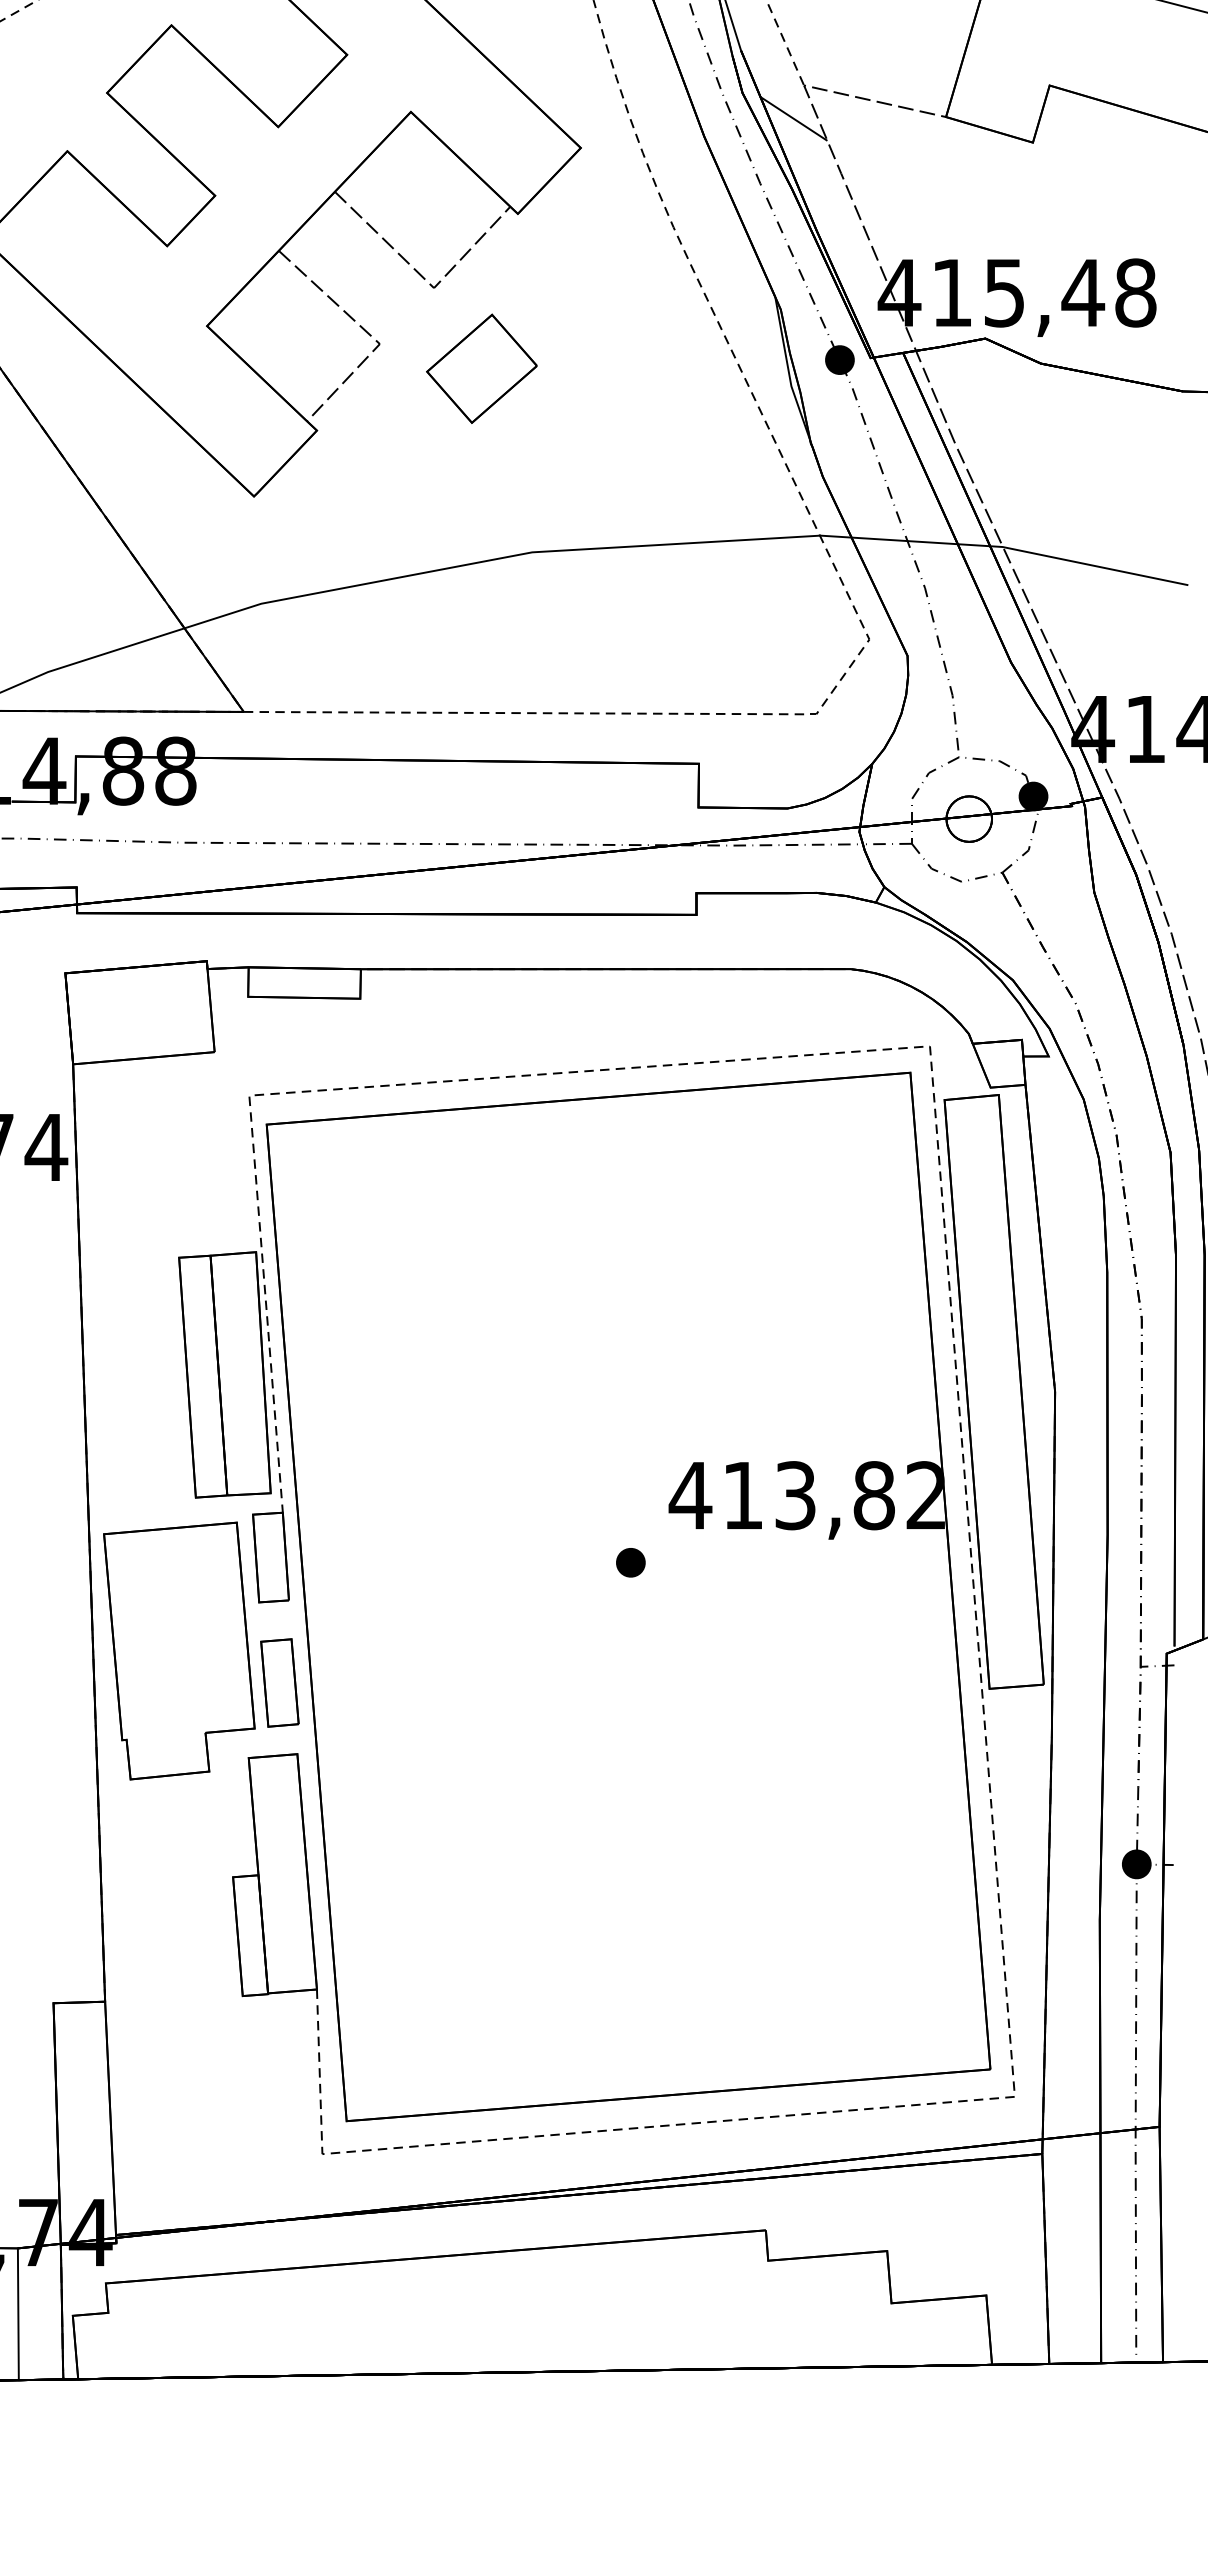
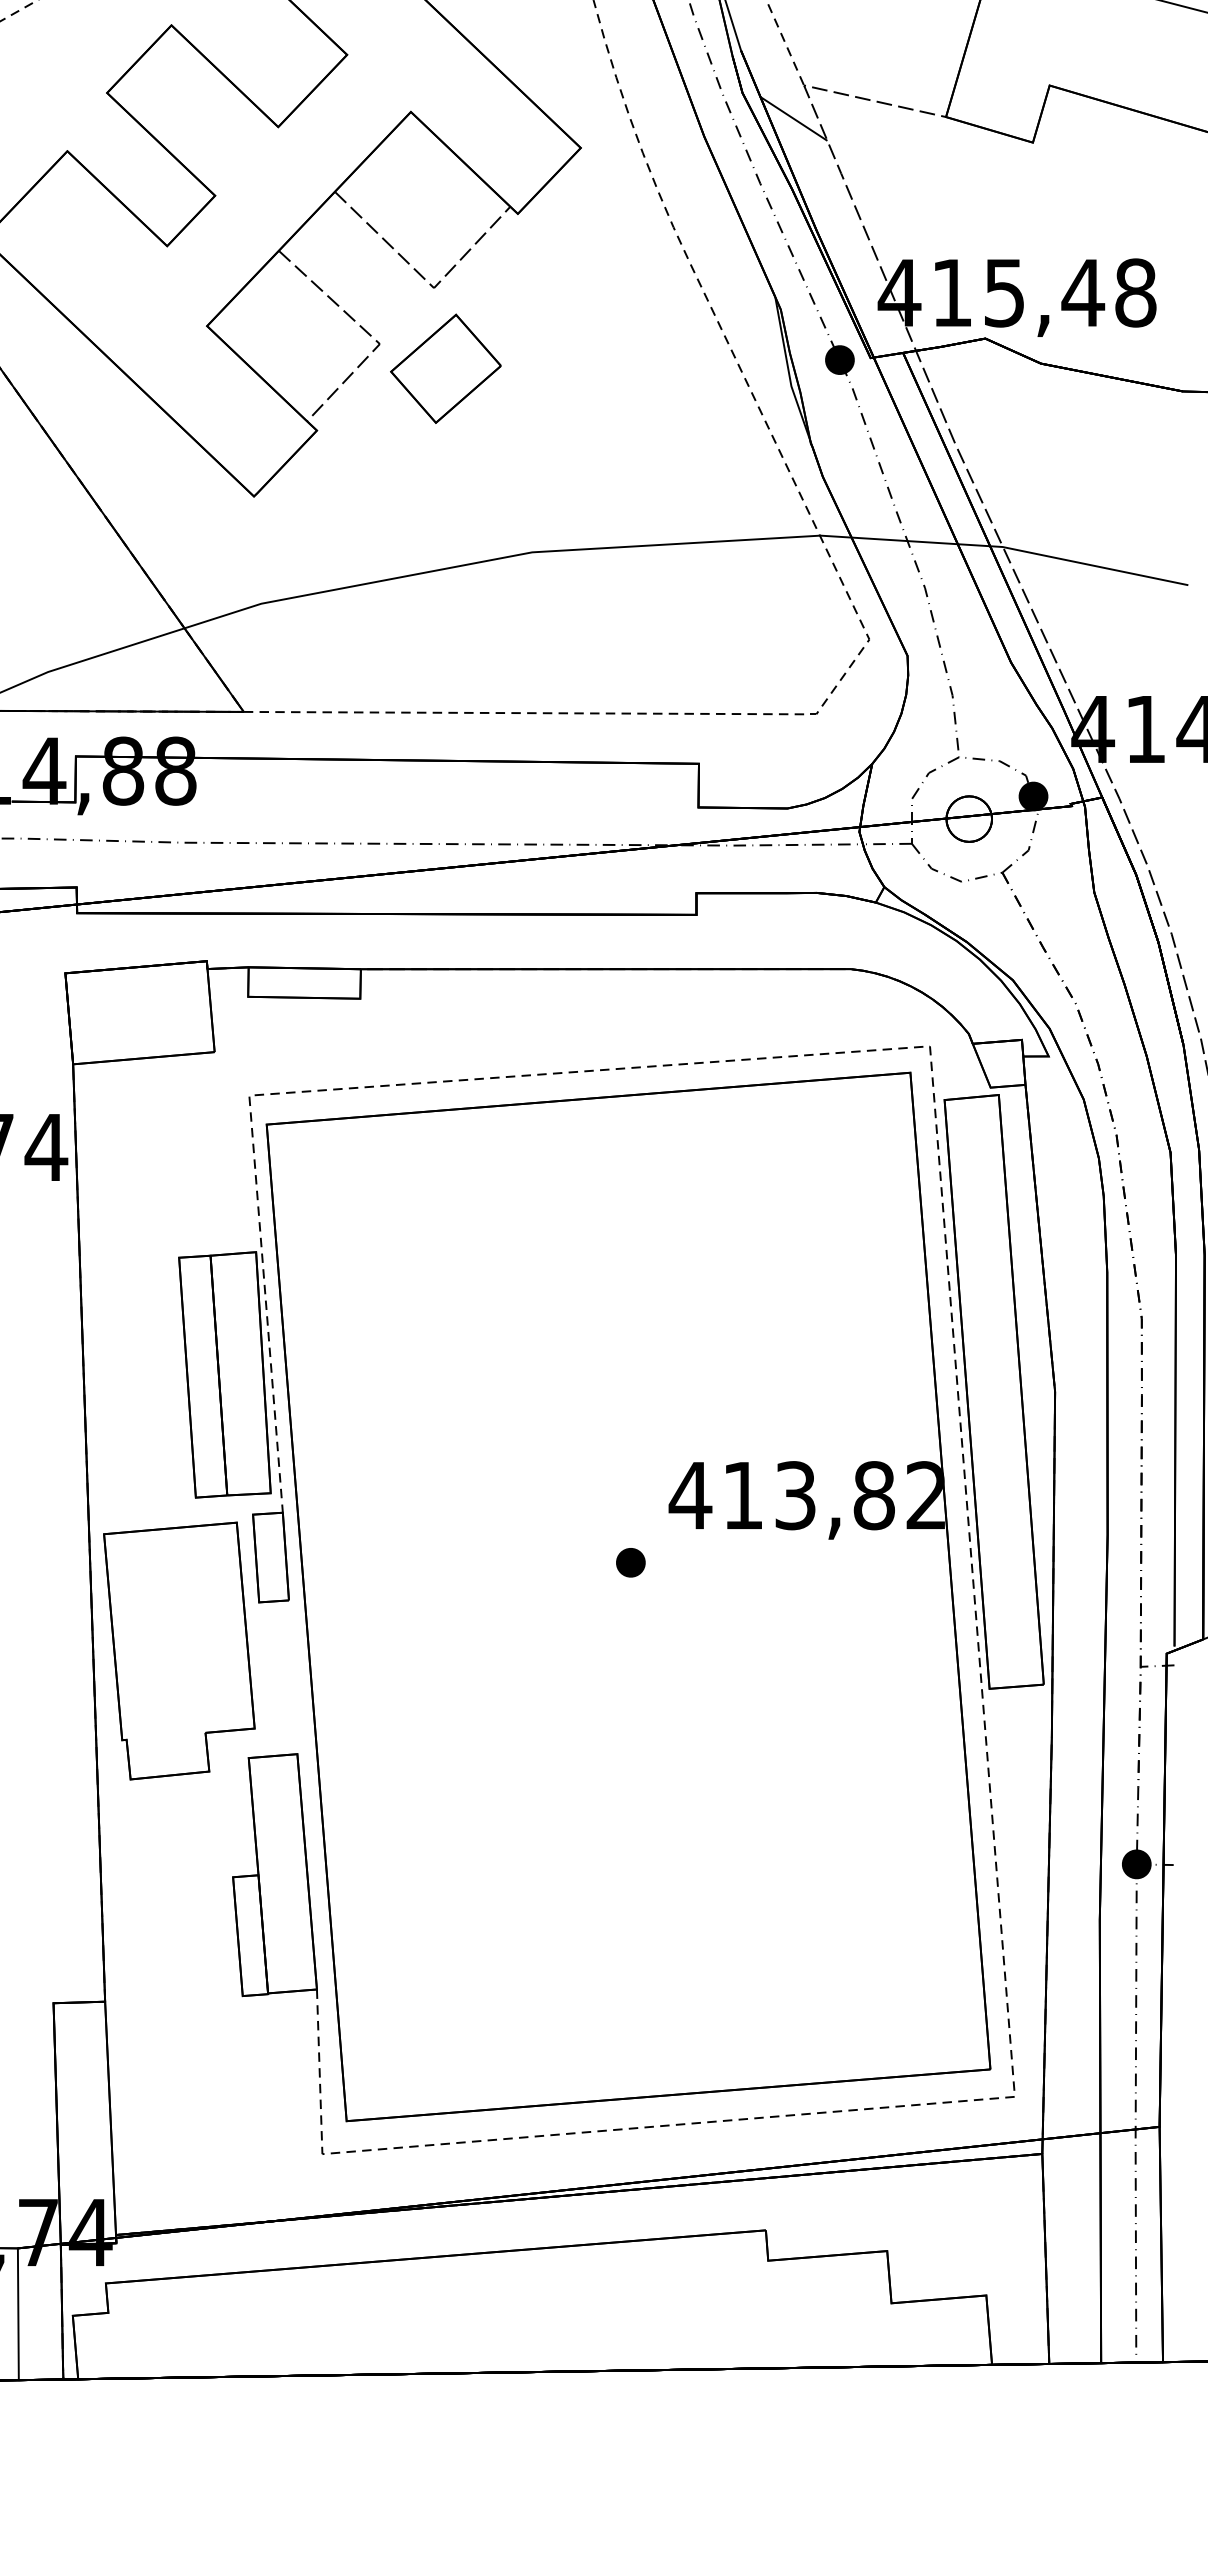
part at (481, 368) position: (481, 368) -> (445, 368)
part at (279, 1682): present -> none
